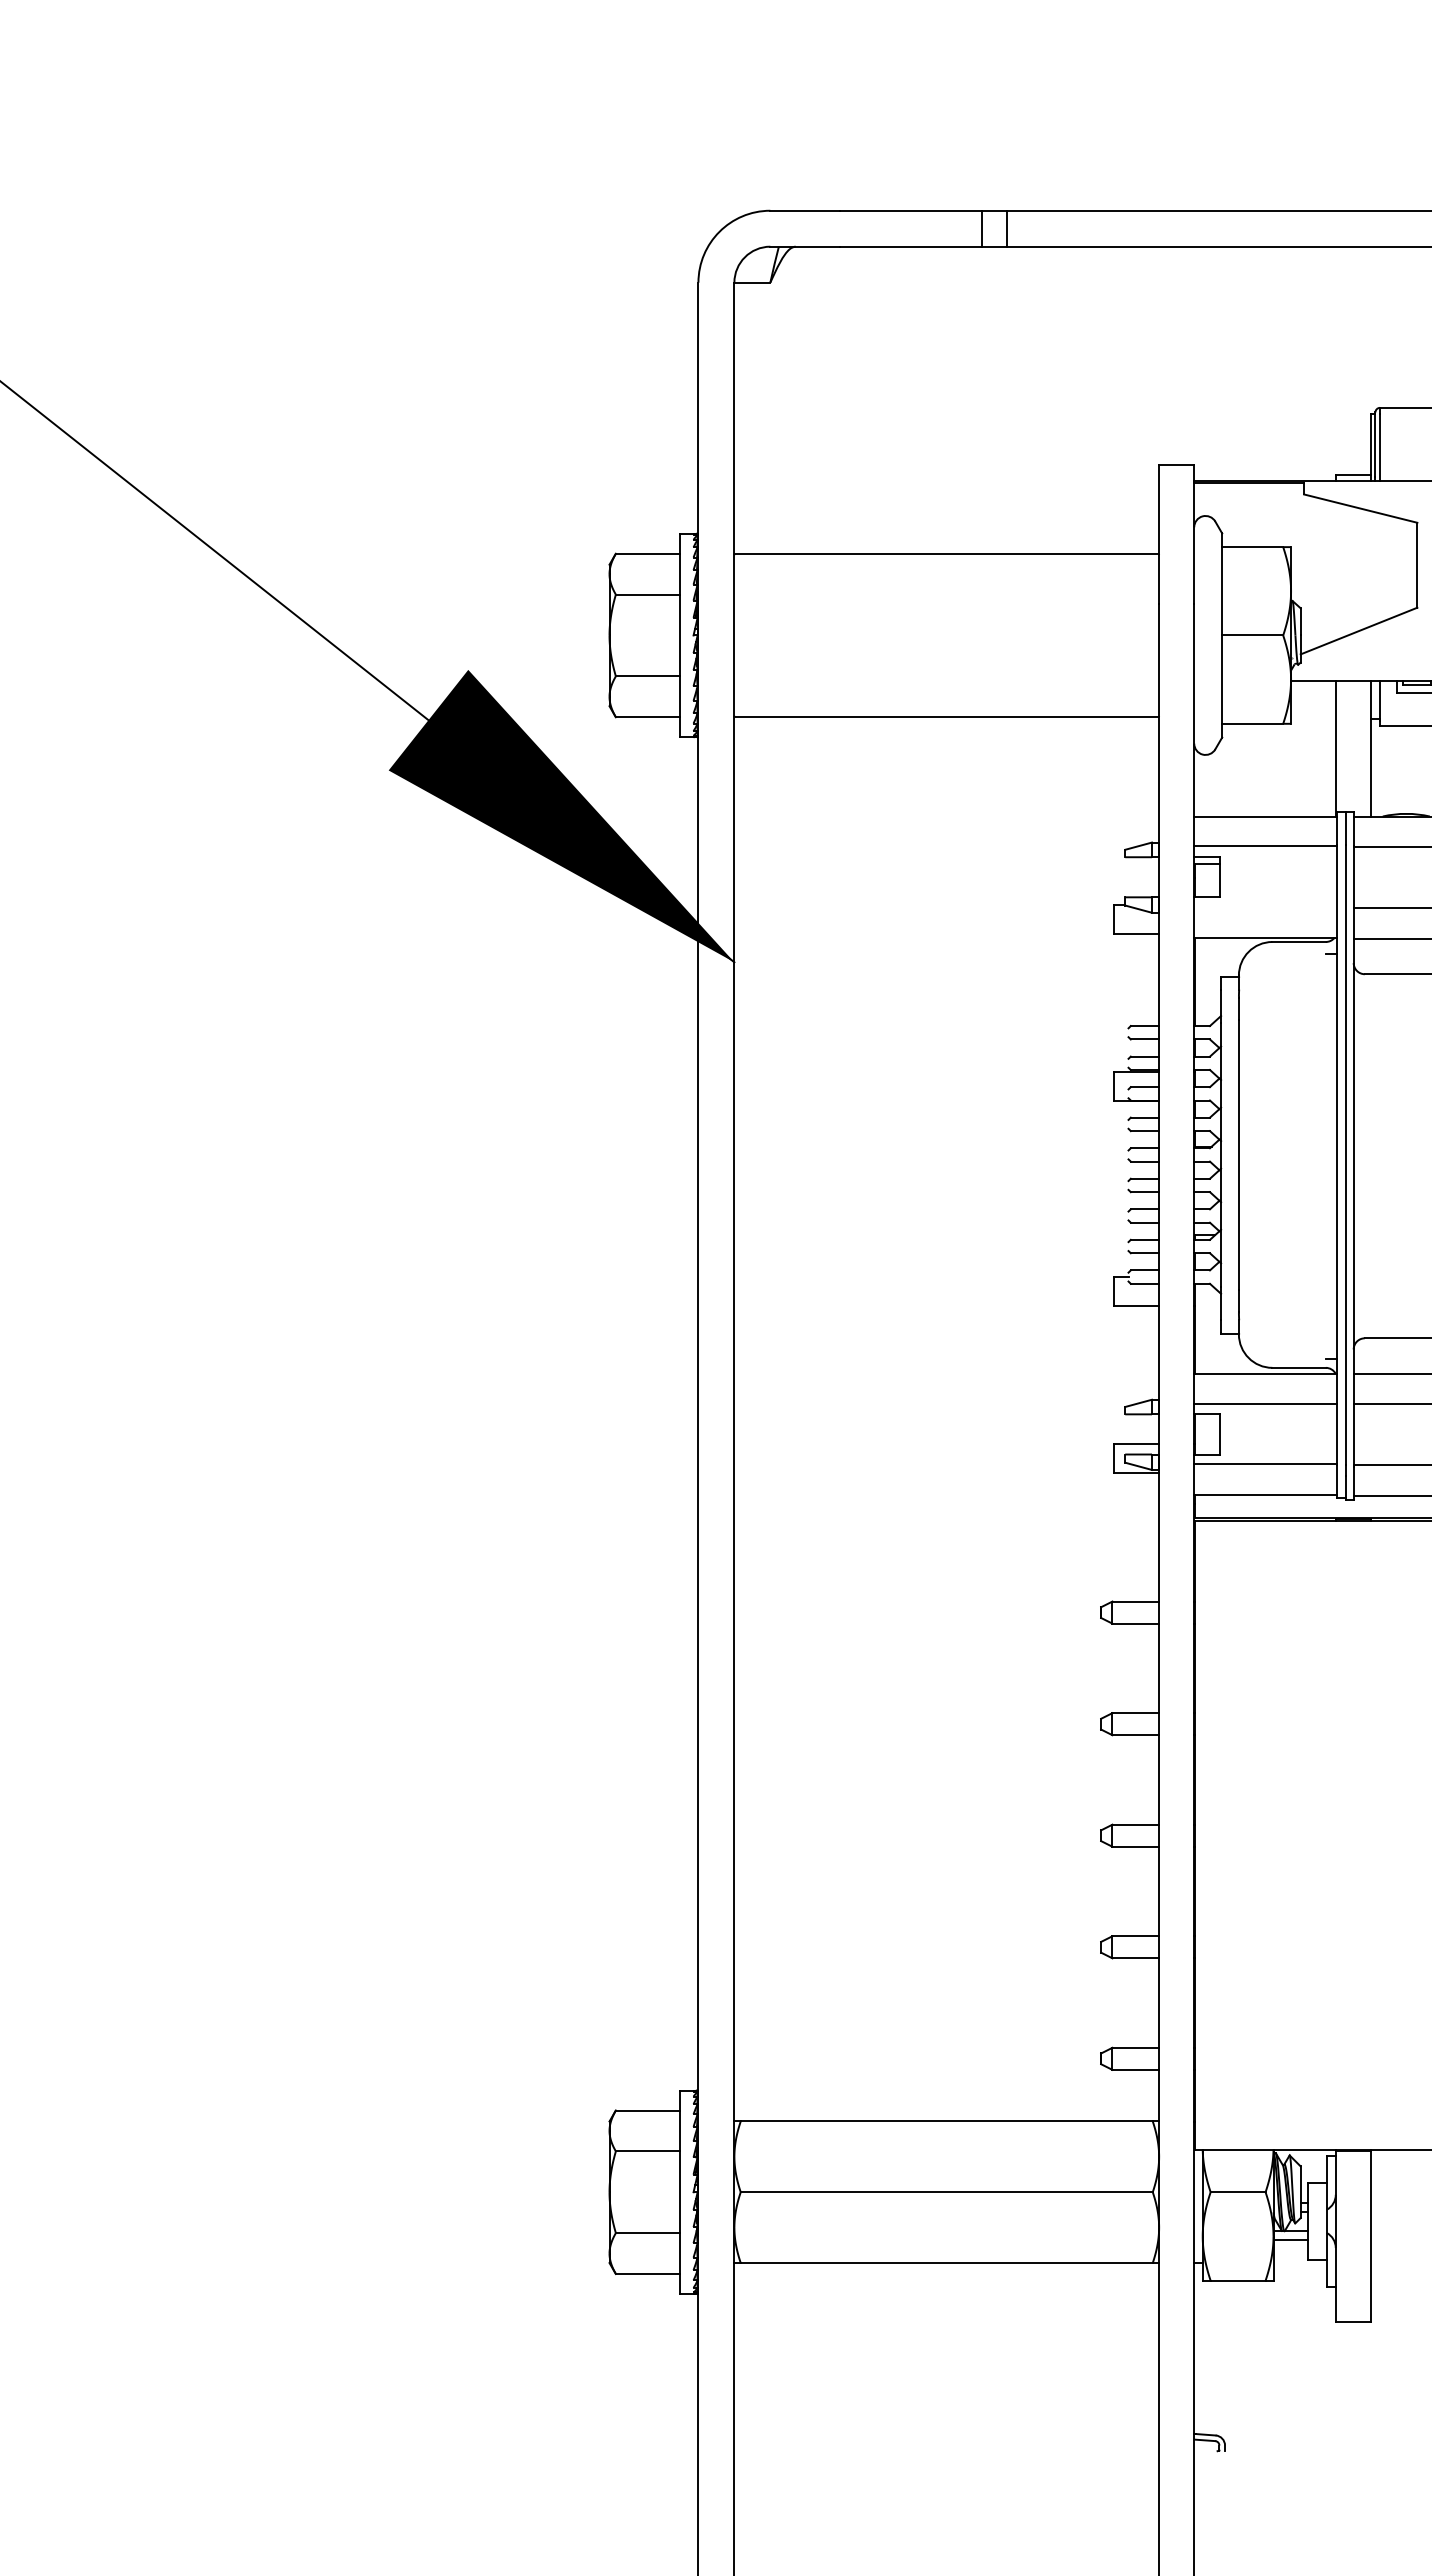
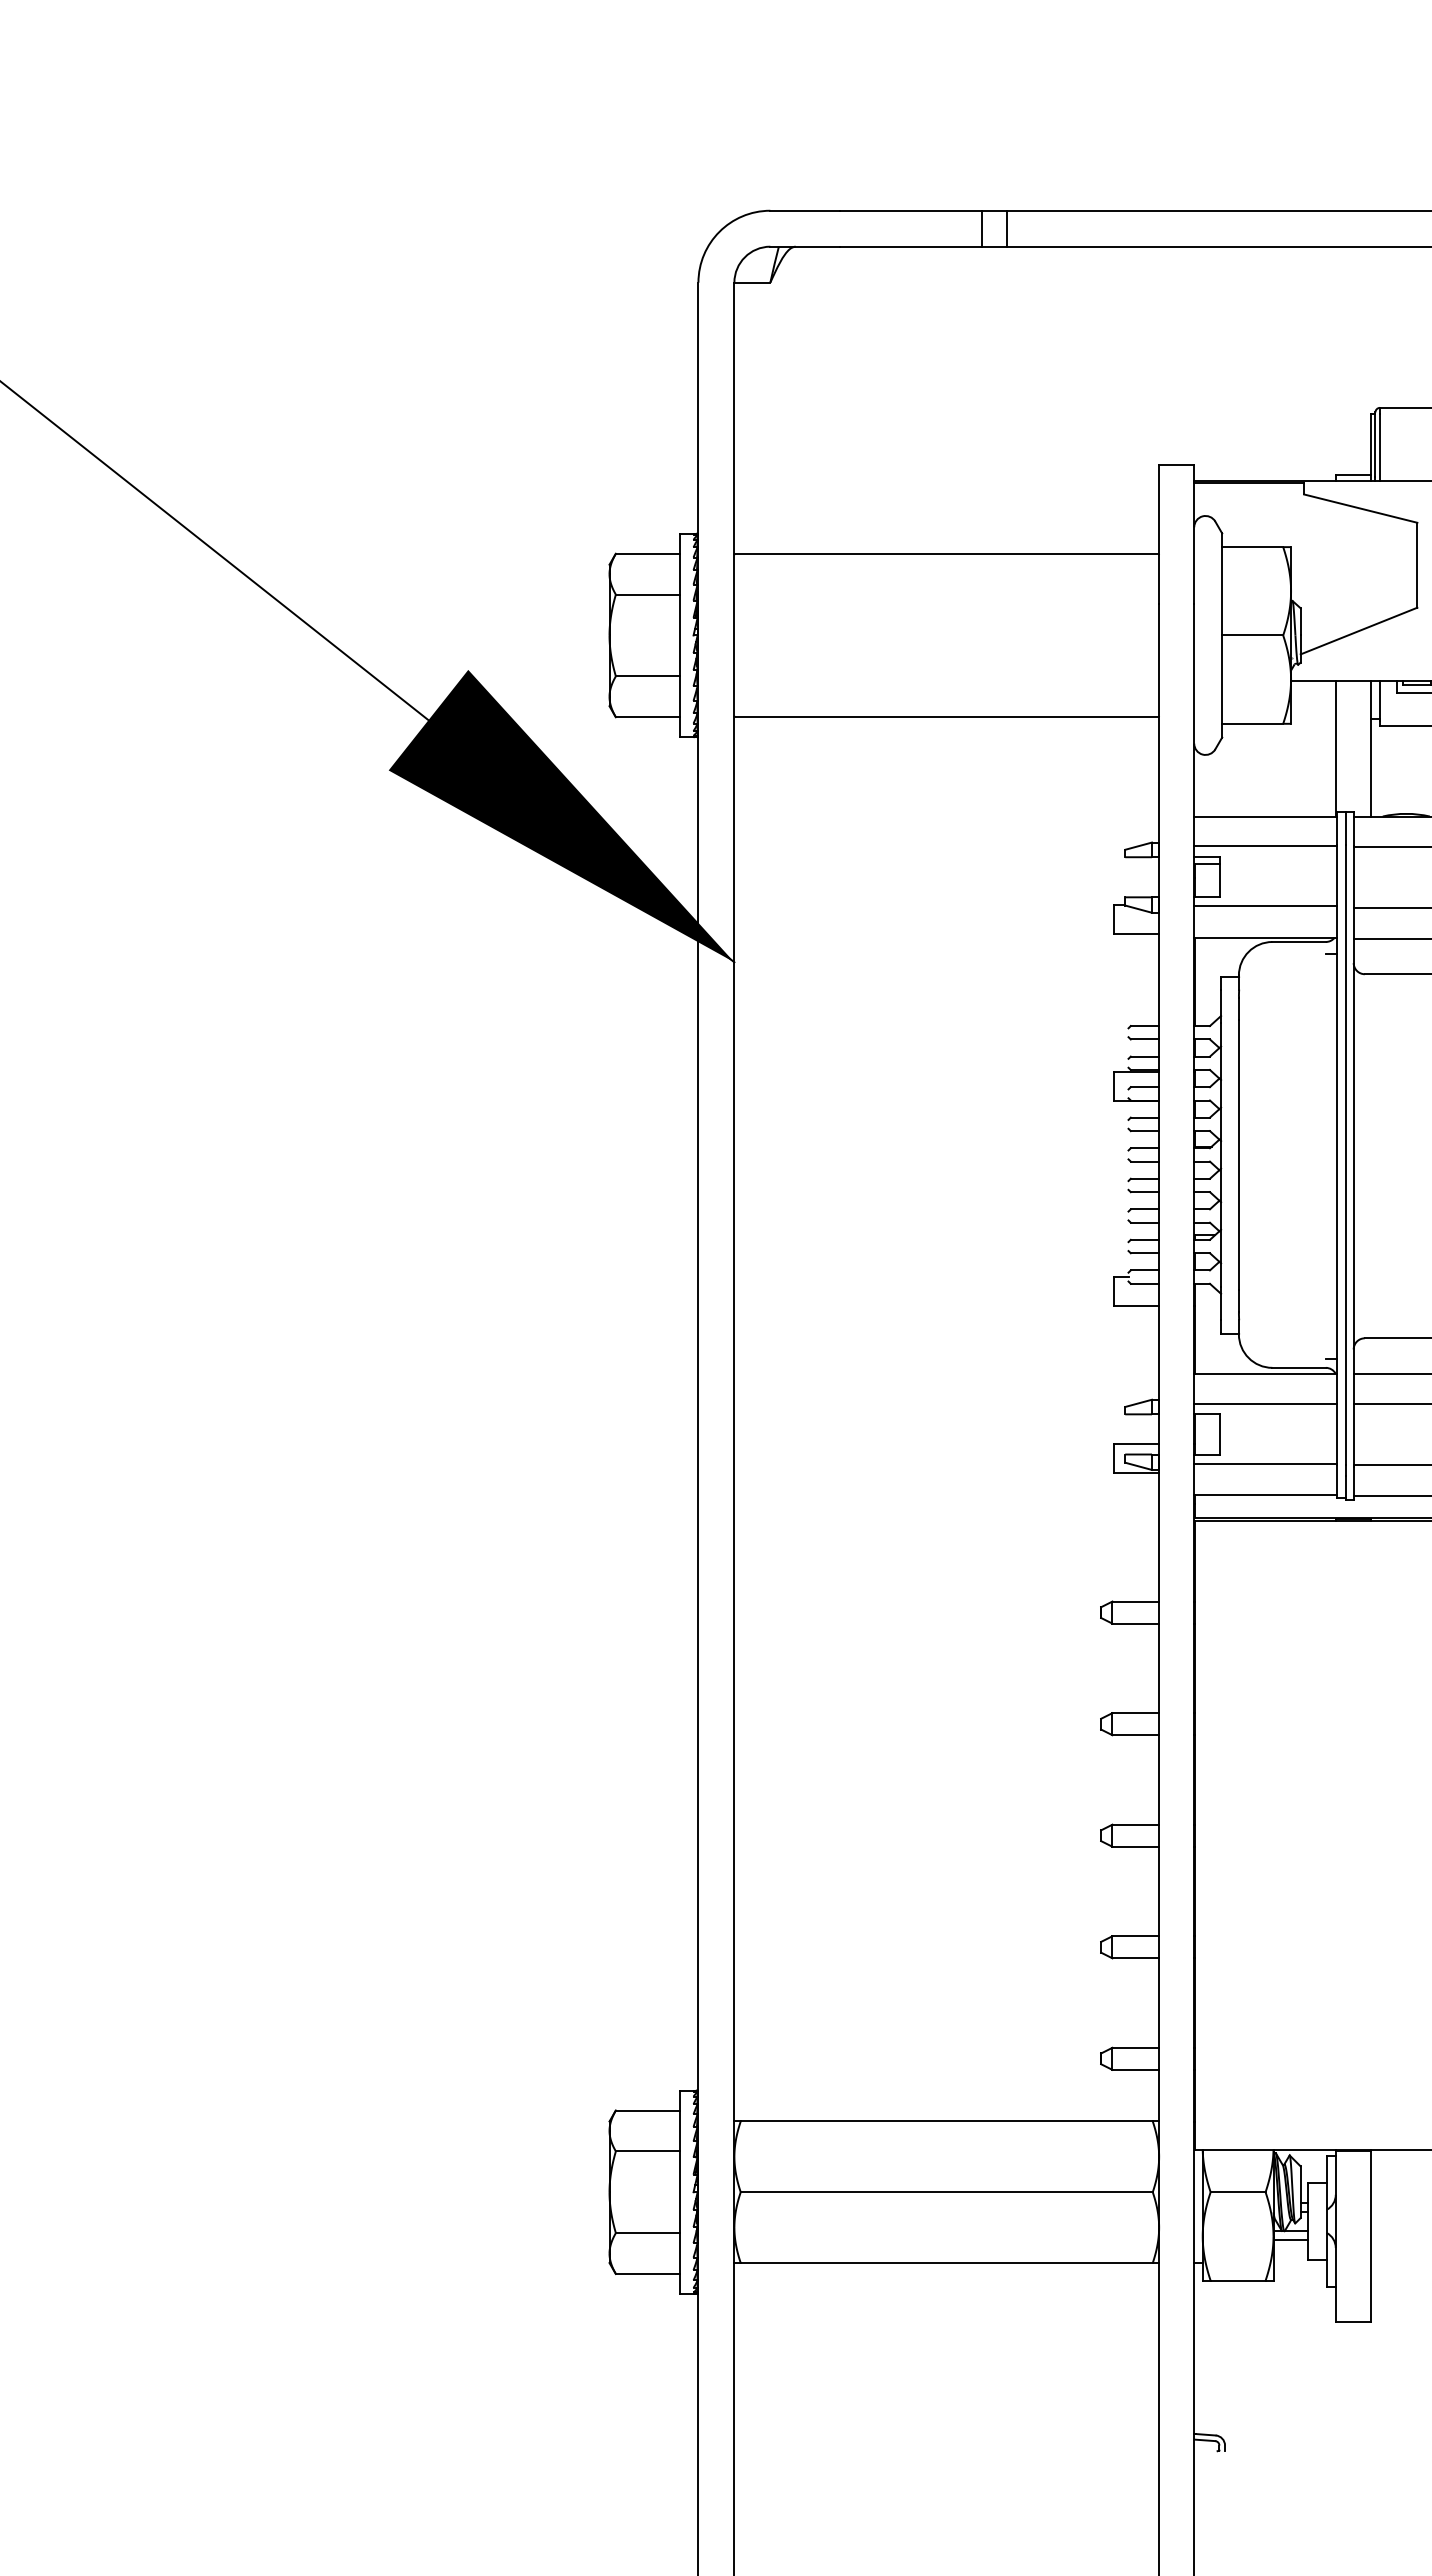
line at (1265, 906): none -> present
